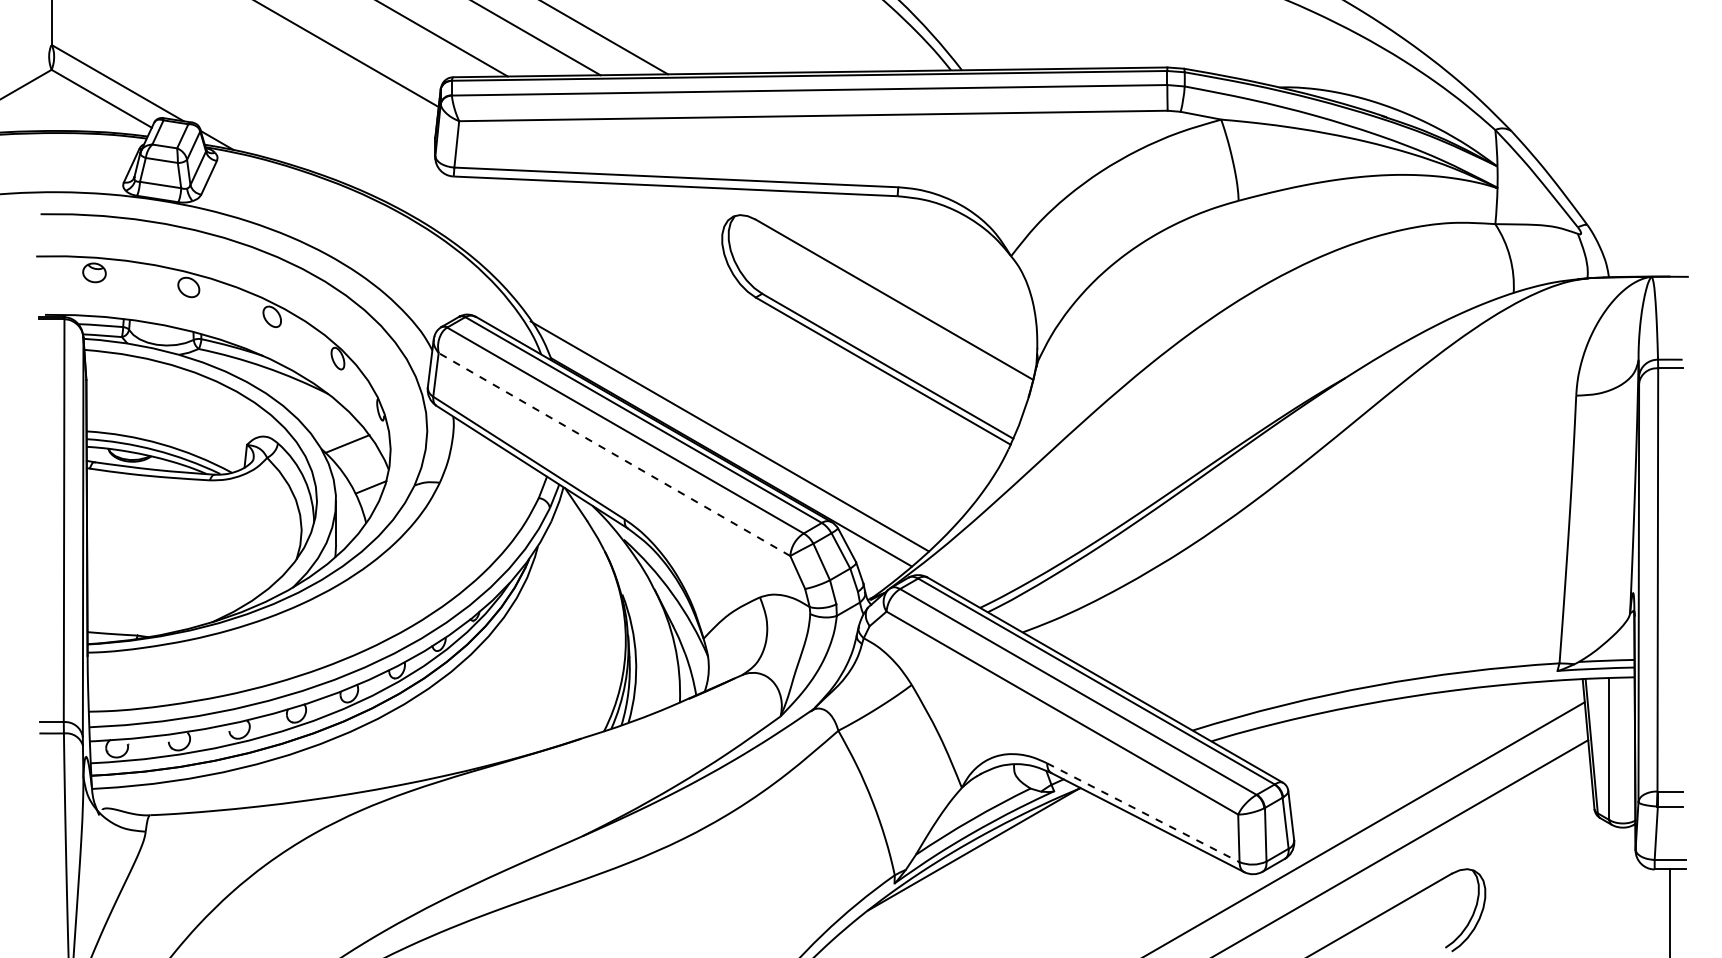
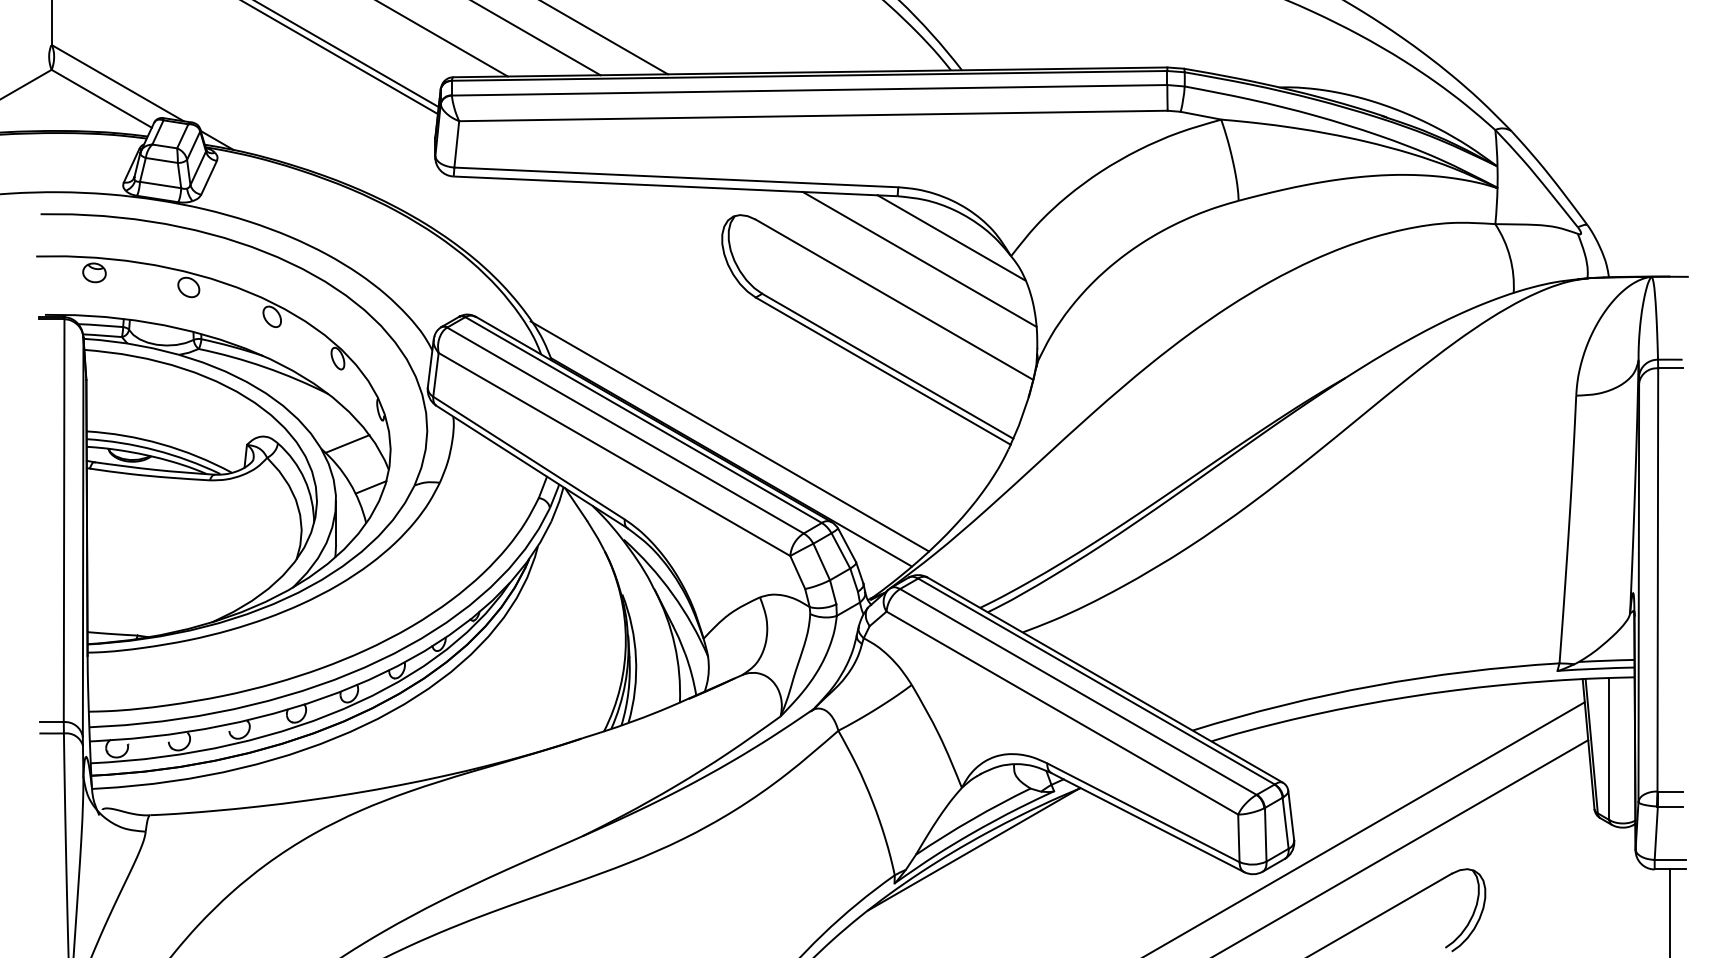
line at (340, 58): none -> present
line at (951, 237): none -> present
line at (919, 259): none -> present
line at (614, 454): dashed -> solid
line at (1143, 812): dashed -> solid
